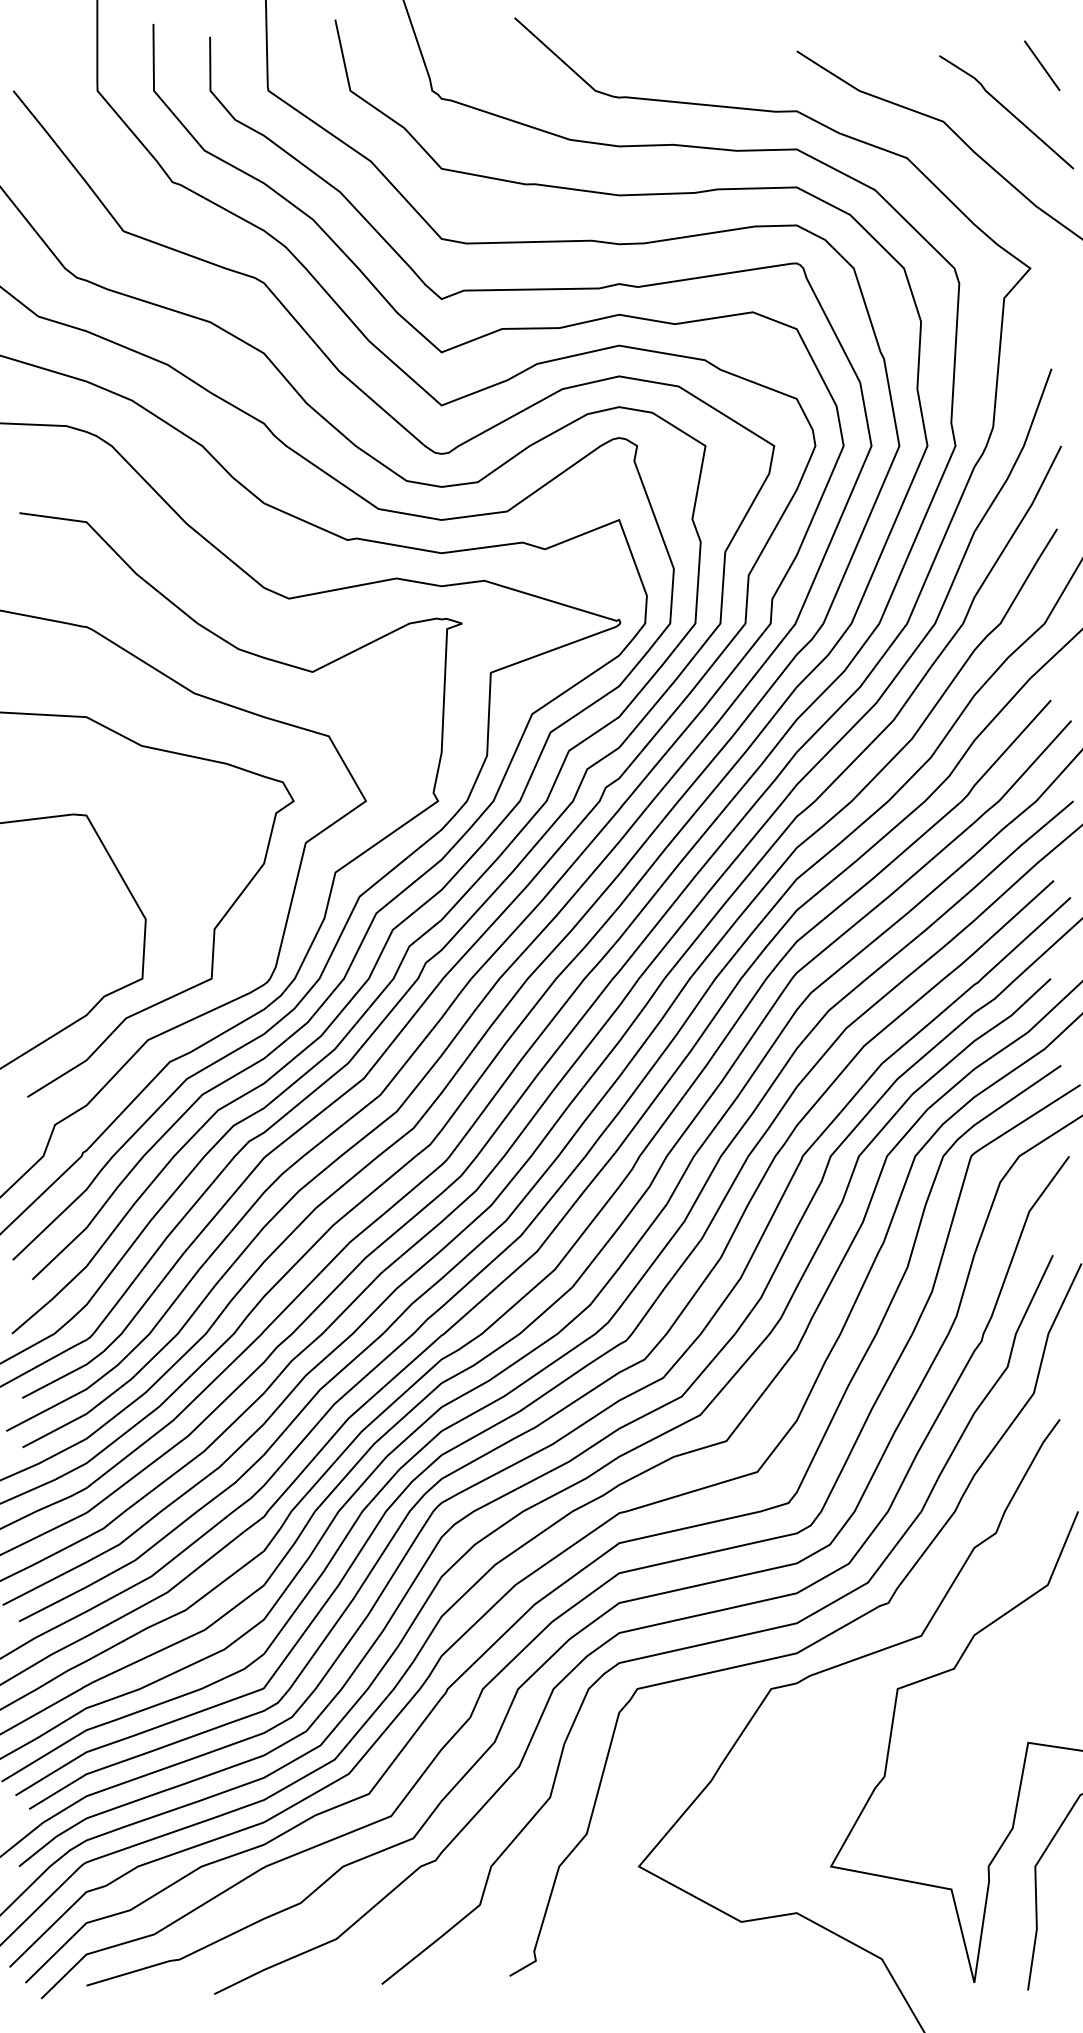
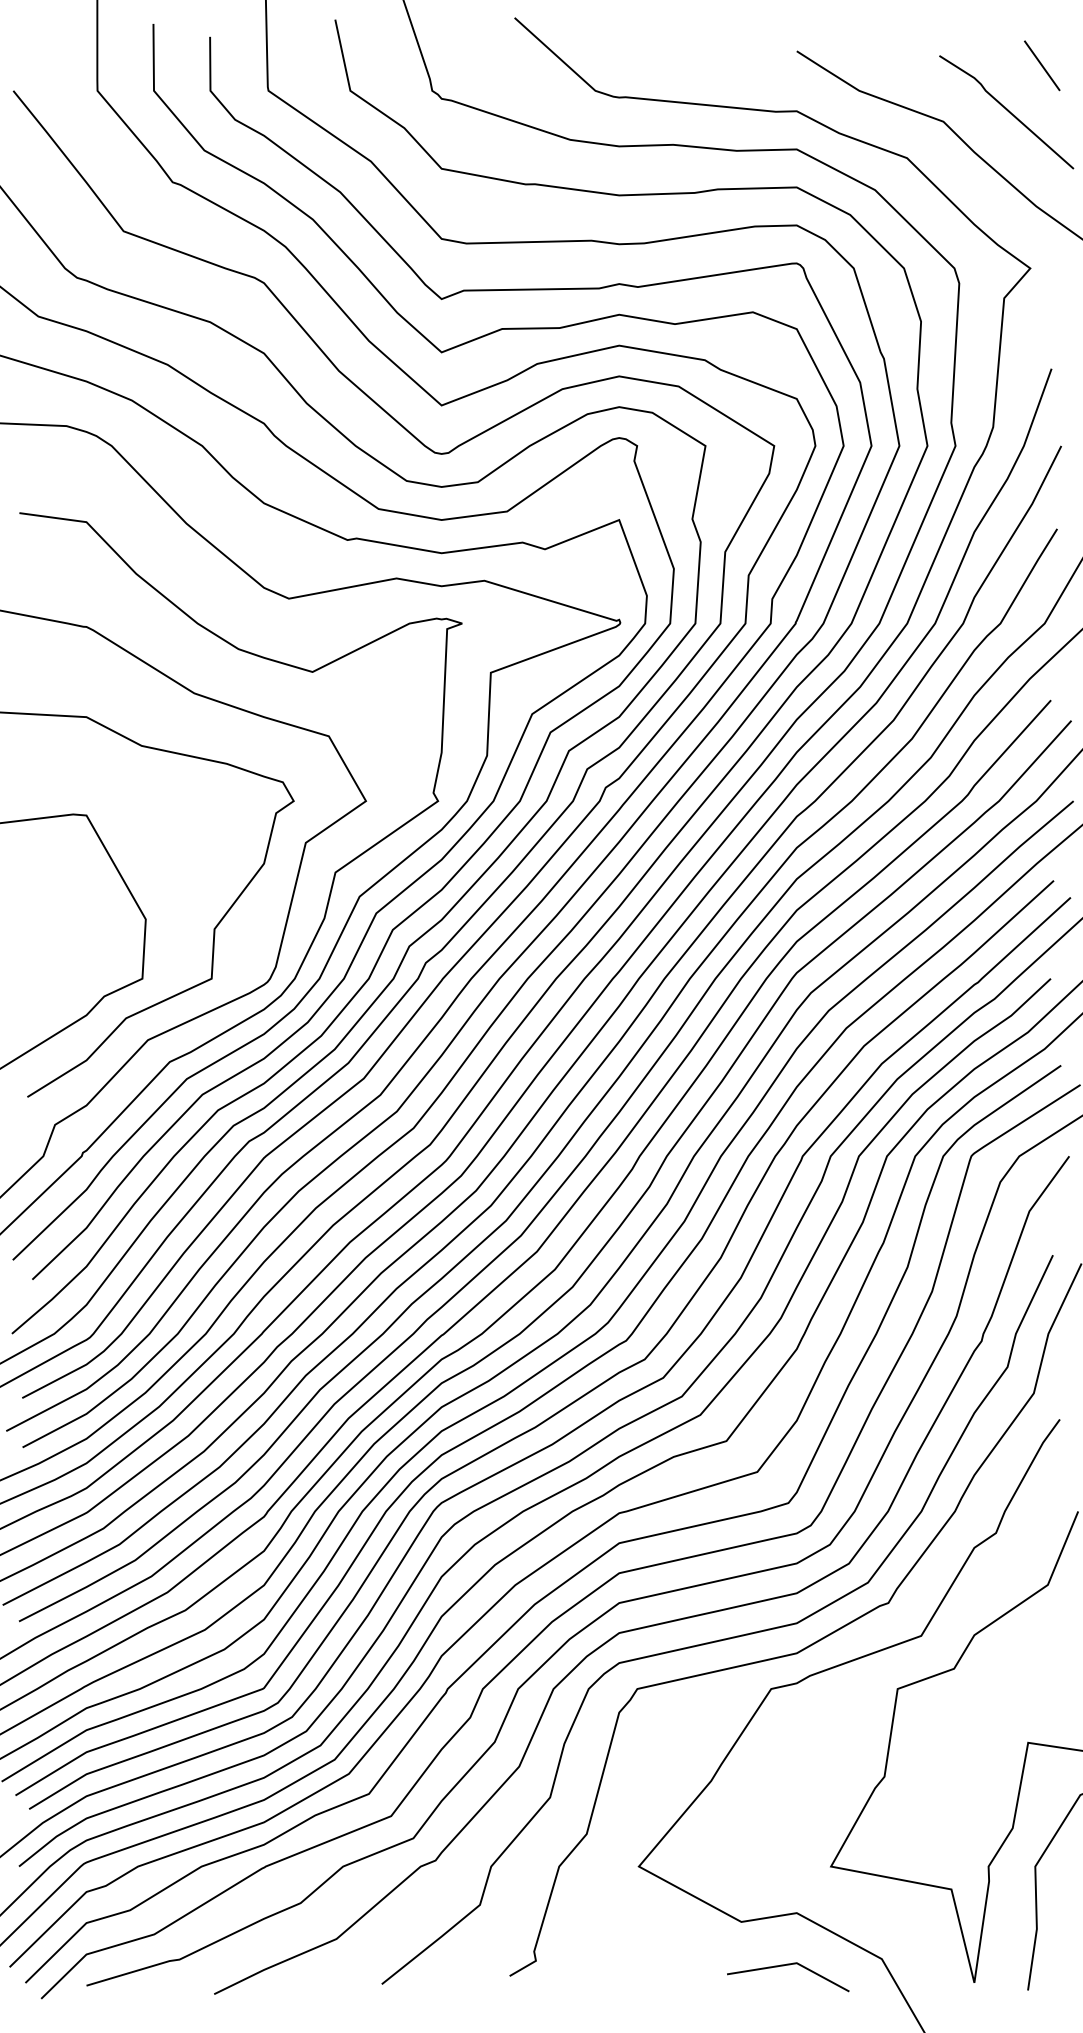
line at (784, 1966): none -> present
